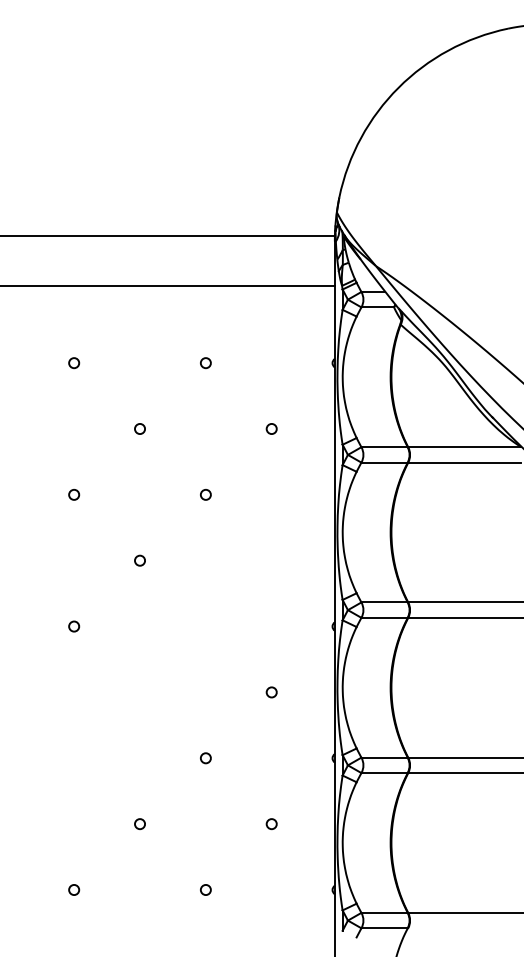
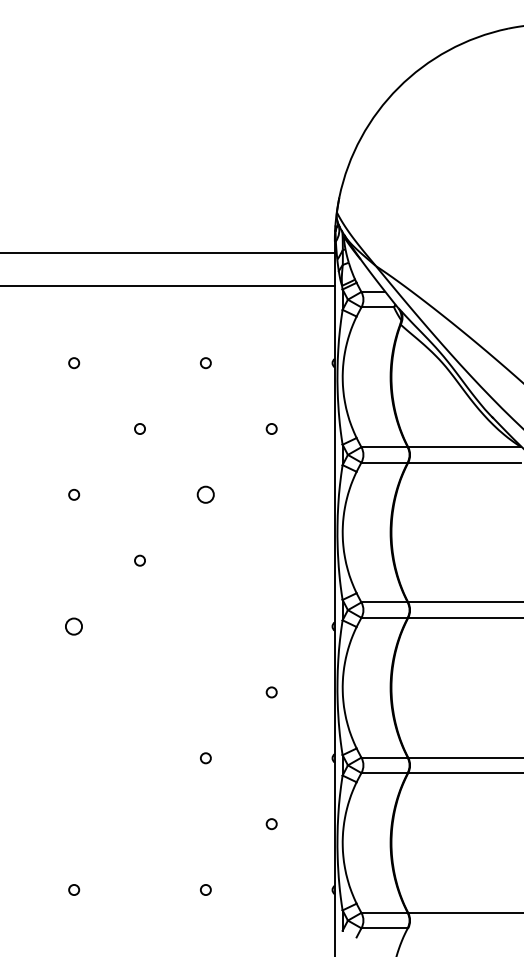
line at (168, 236) position: (168, 236) -> (168, 253)
circle at (205, 494) size: 12x12 px -> 19x19 px
circle at (74, 626) size: 13x13 px -> 18x19 px
circle at (139, 823): present -> none
